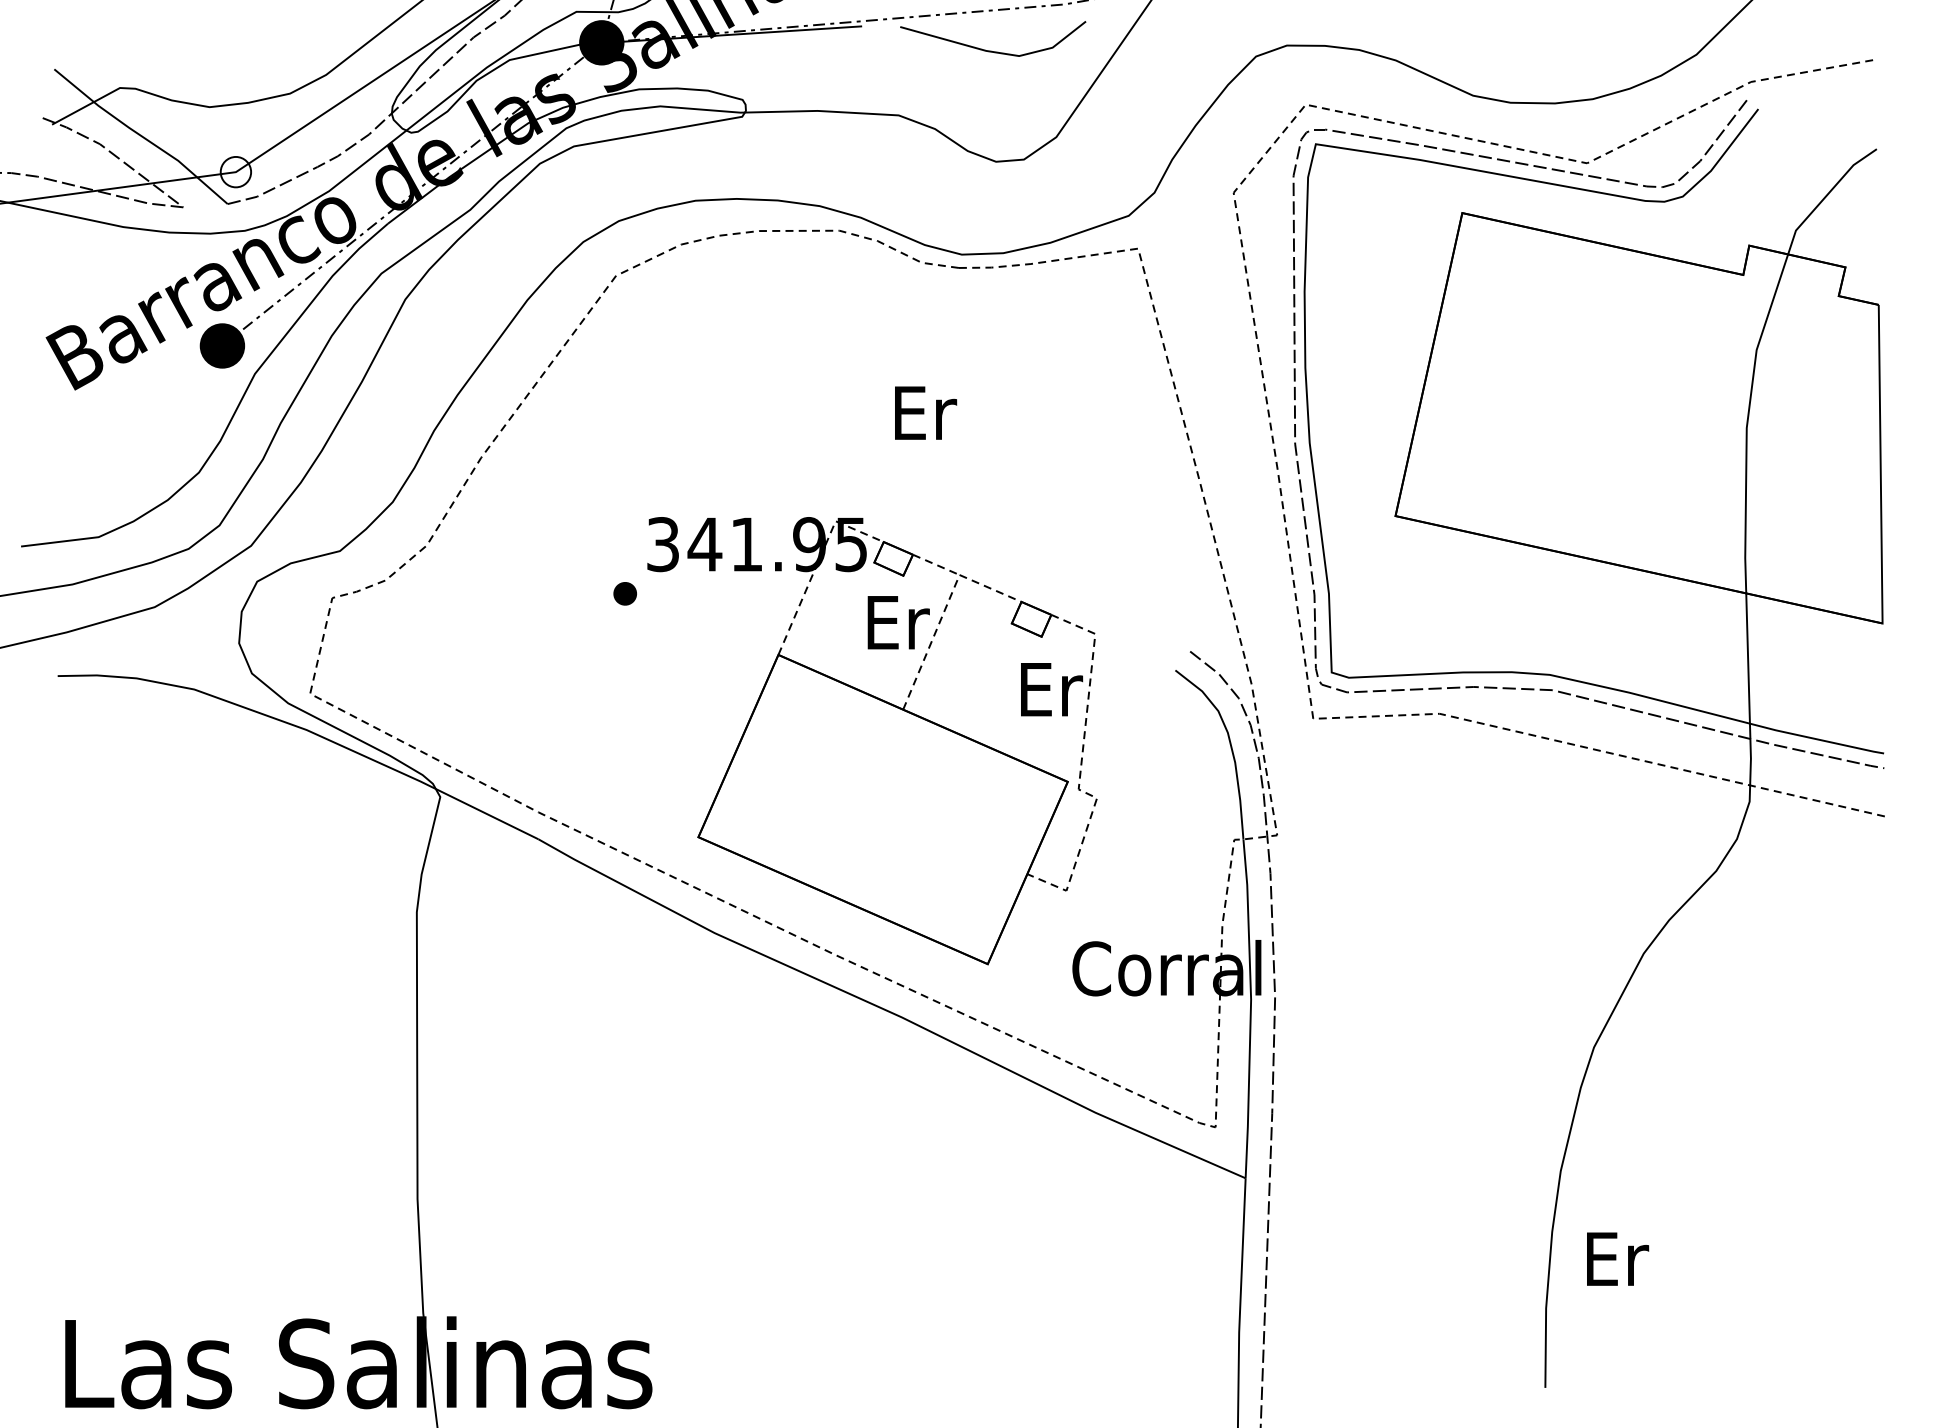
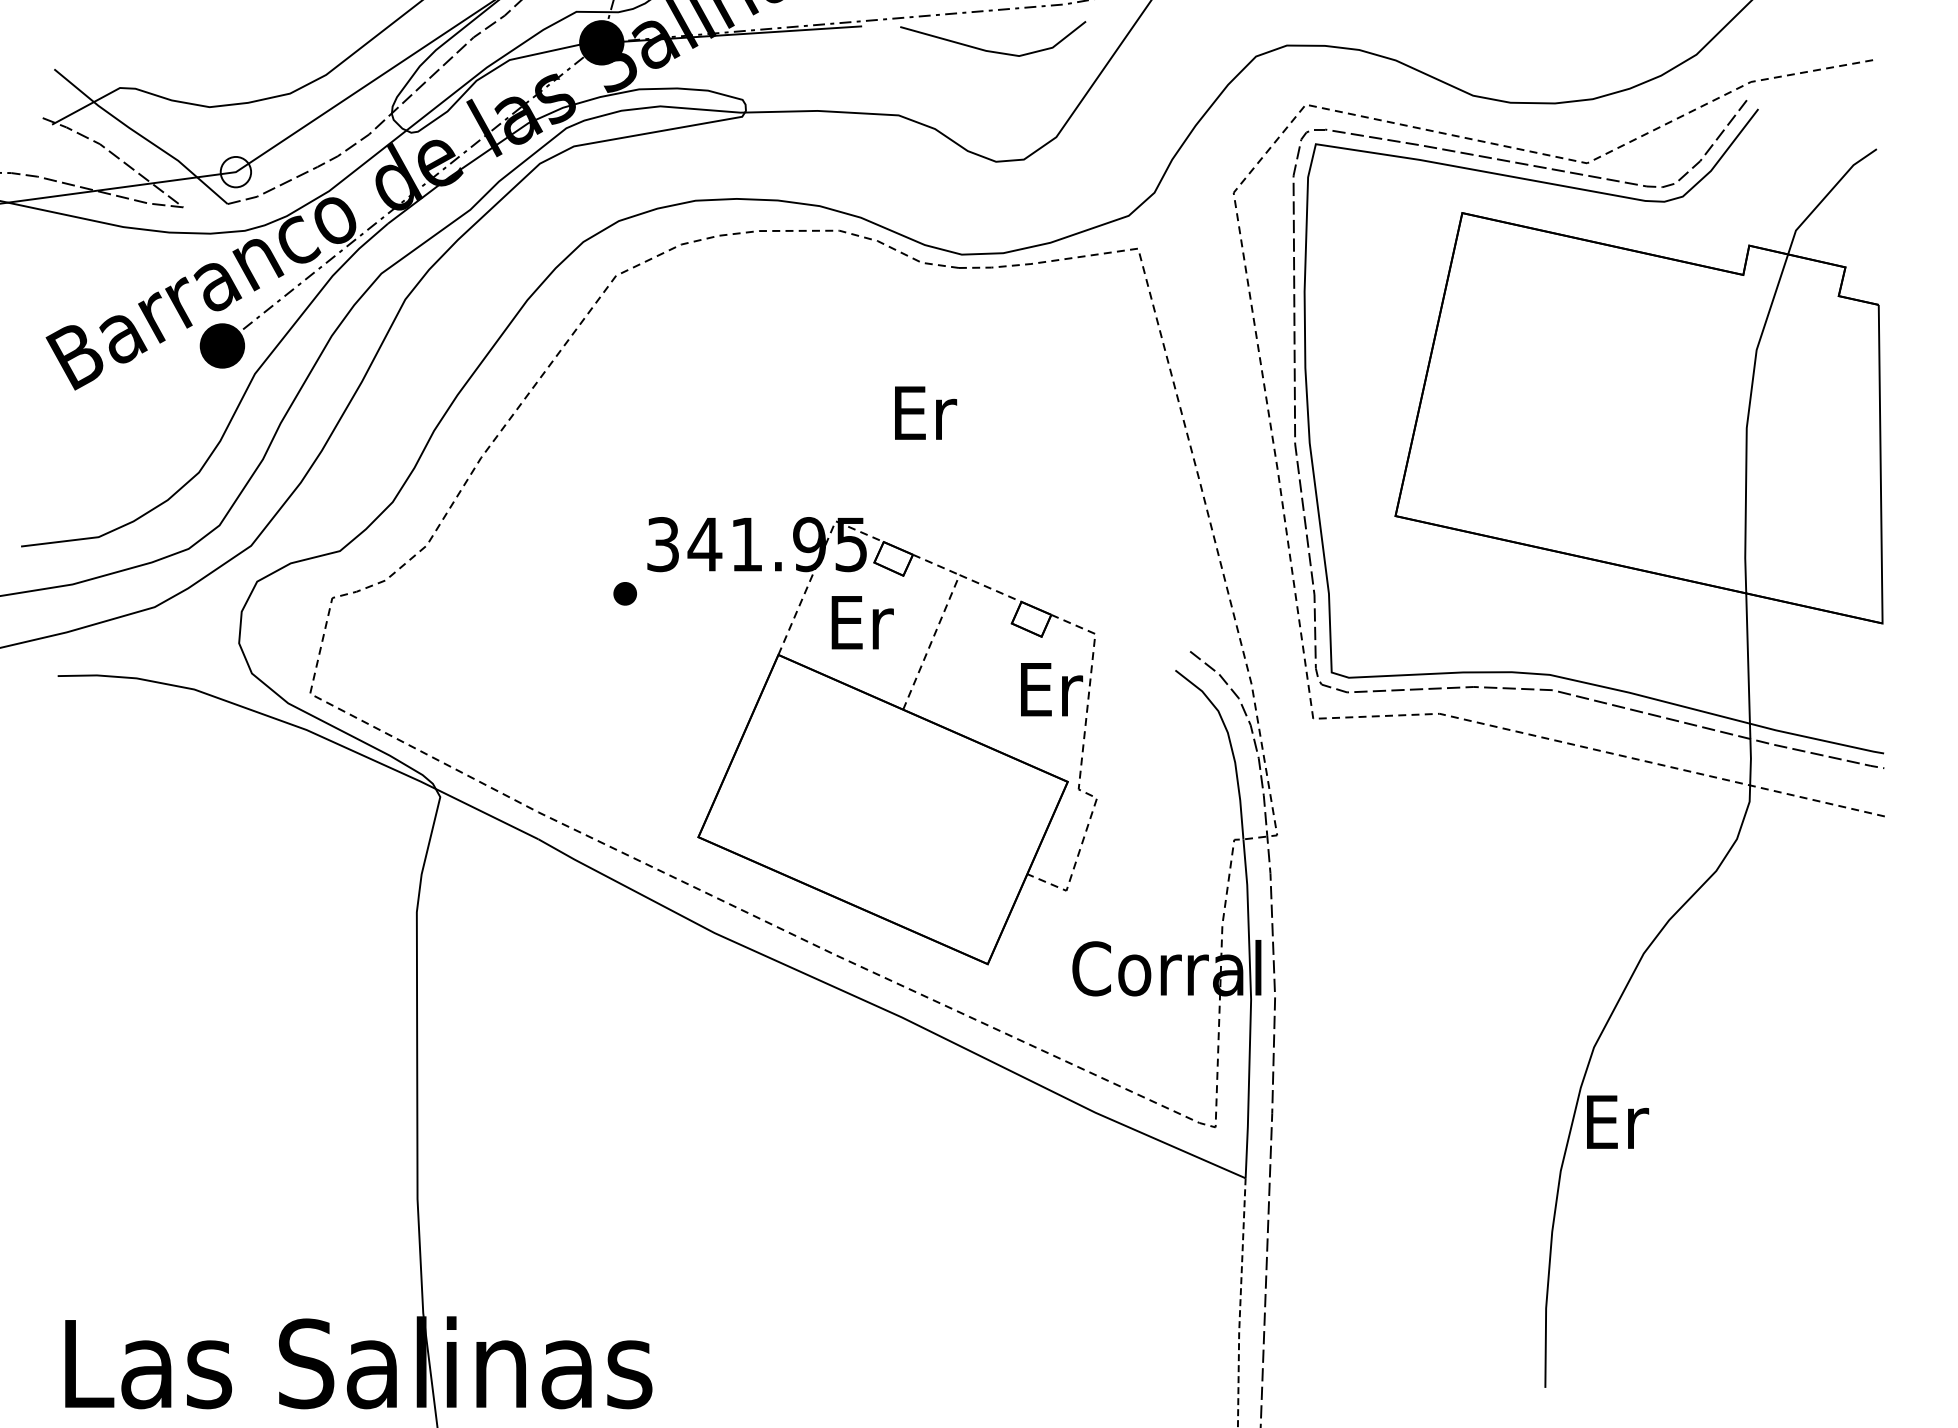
text at (898, 622) position: (898, 622) -> (862, 622)
text at (1618, 1258) position: (1618, 1258) -> (1618, 1121)
line at (1240, 1303): solid -> dashed
